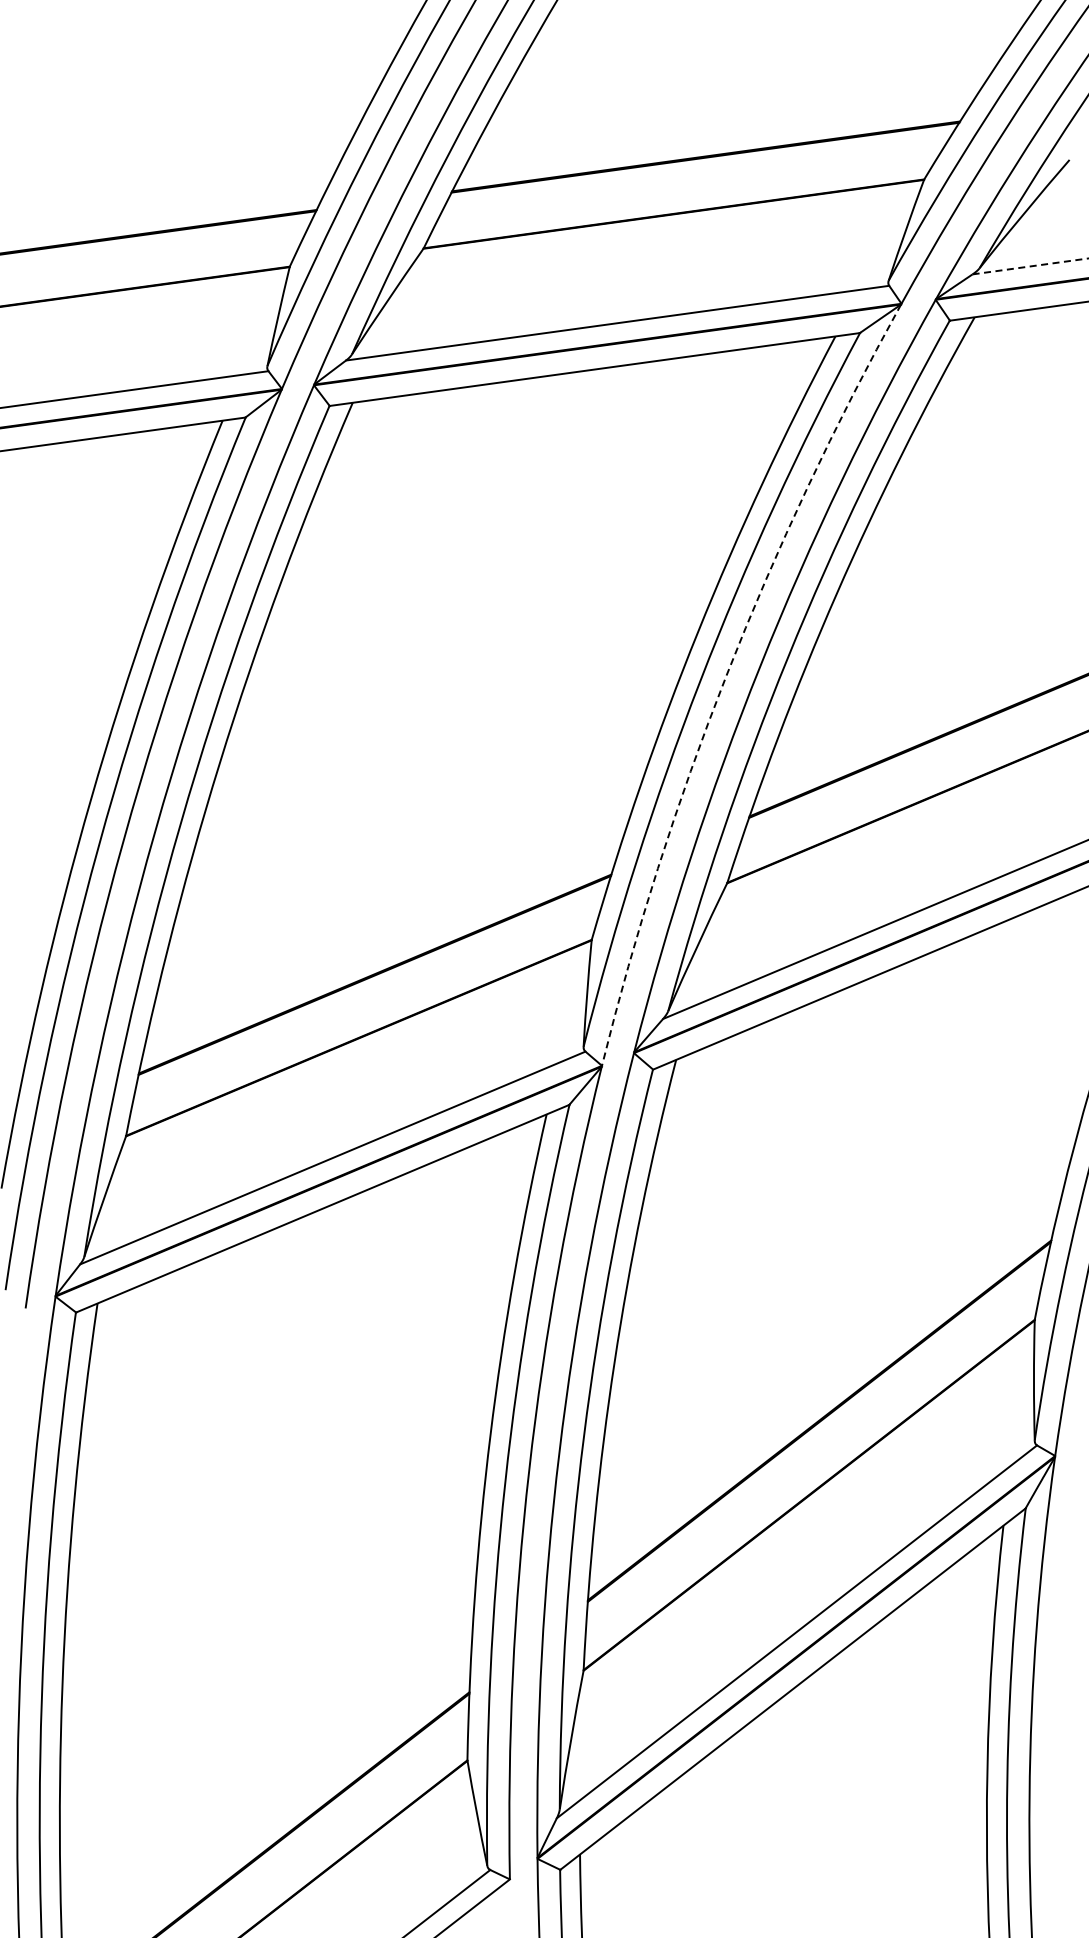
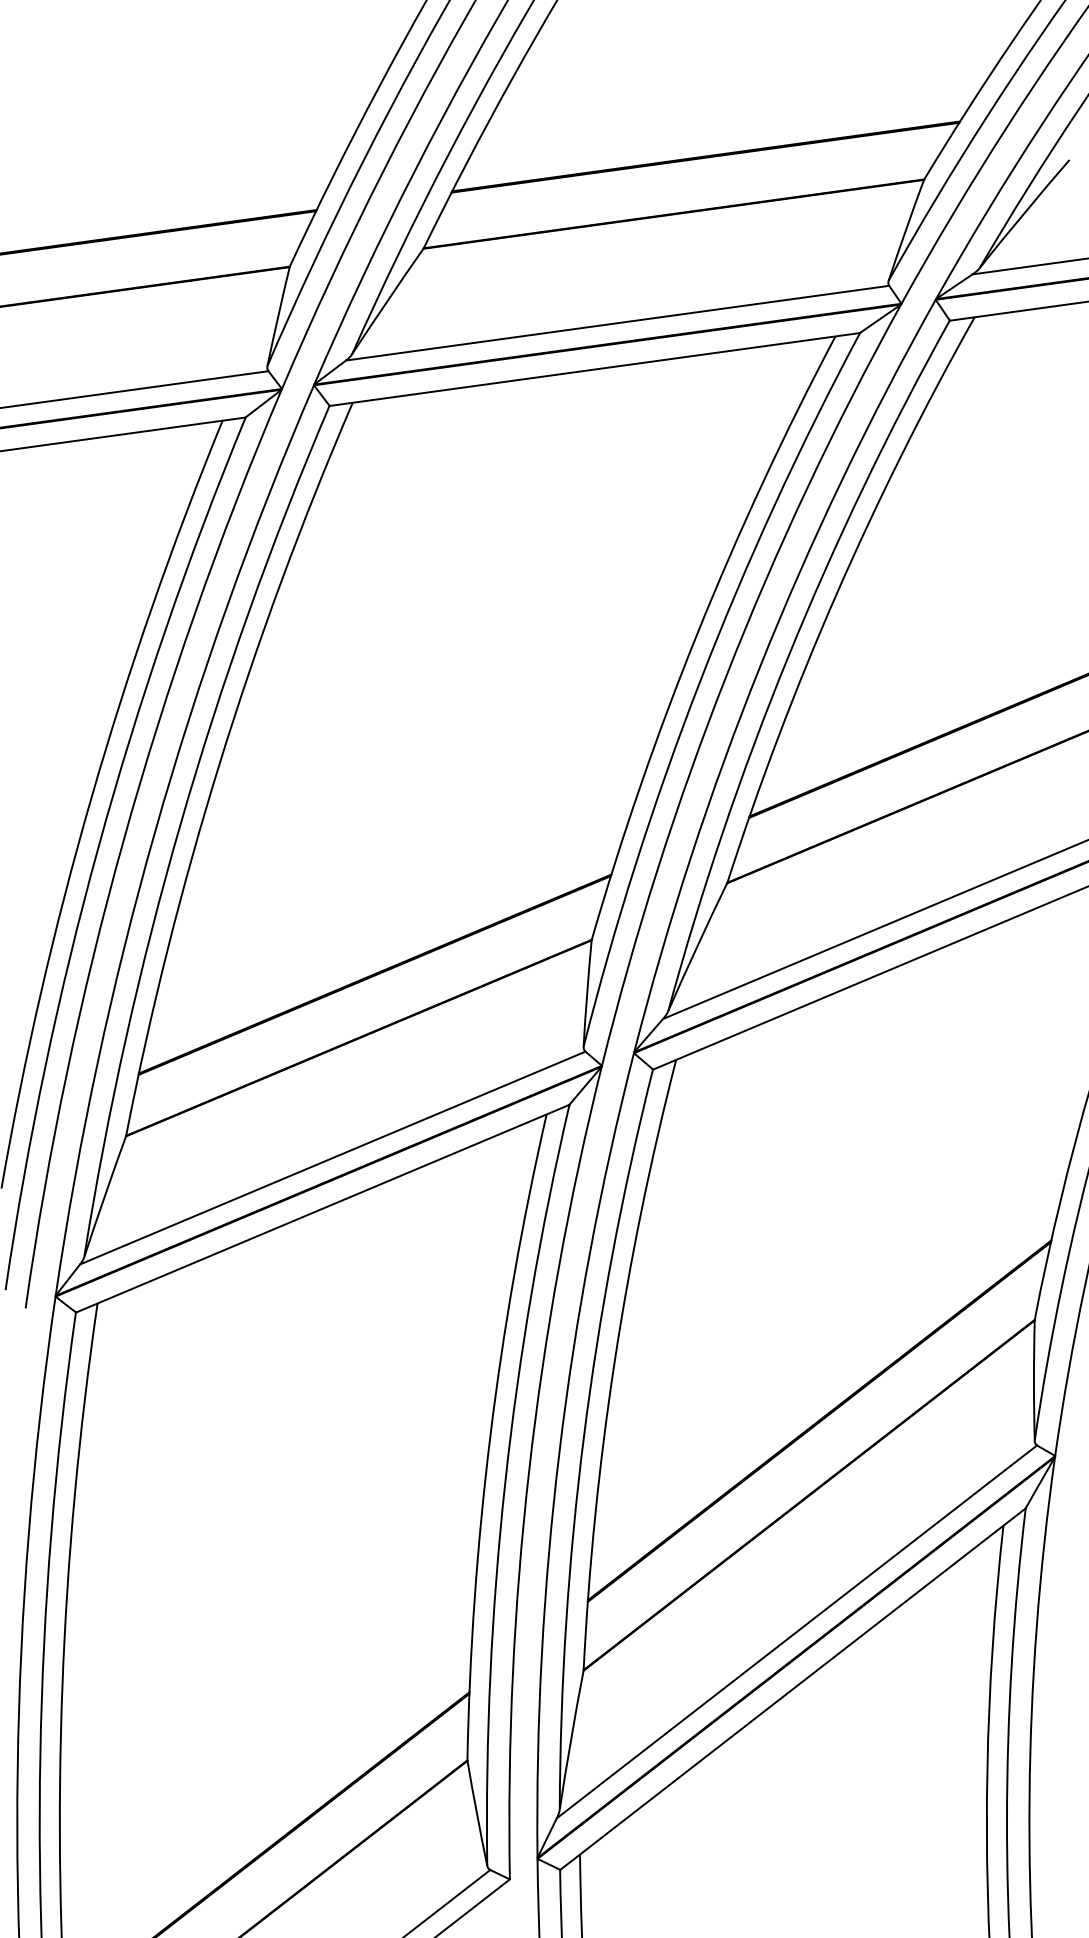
line at (1030, 266): dashed -> solid
arc at (726, 675): dashed -> solid
